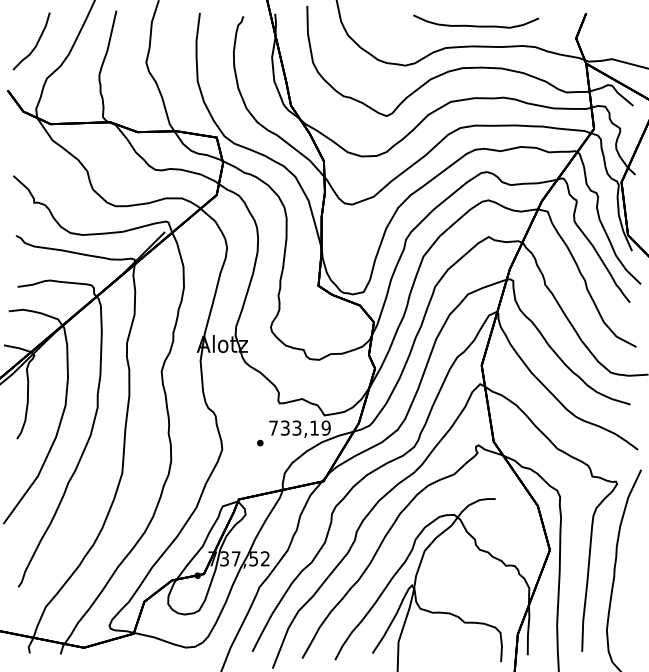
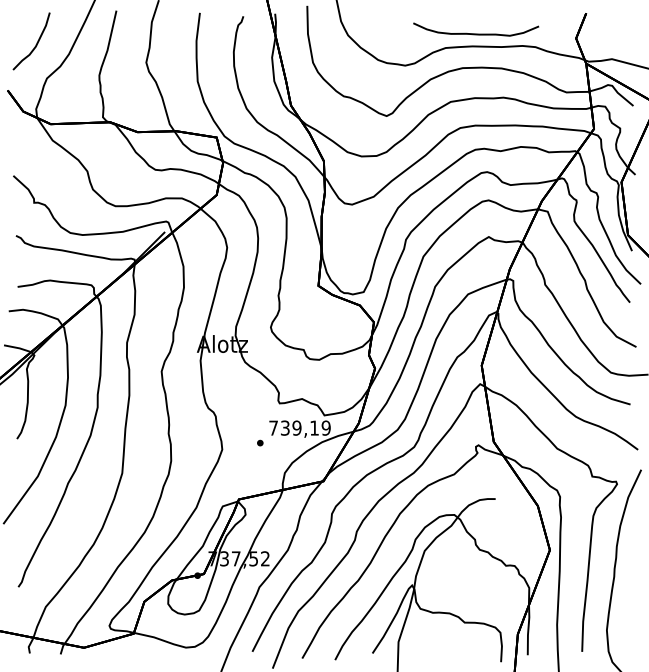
curve at (476, 25) position: (476, 25) -> (476, 33)
text at (296, 427): 733,19 -> 739,19
